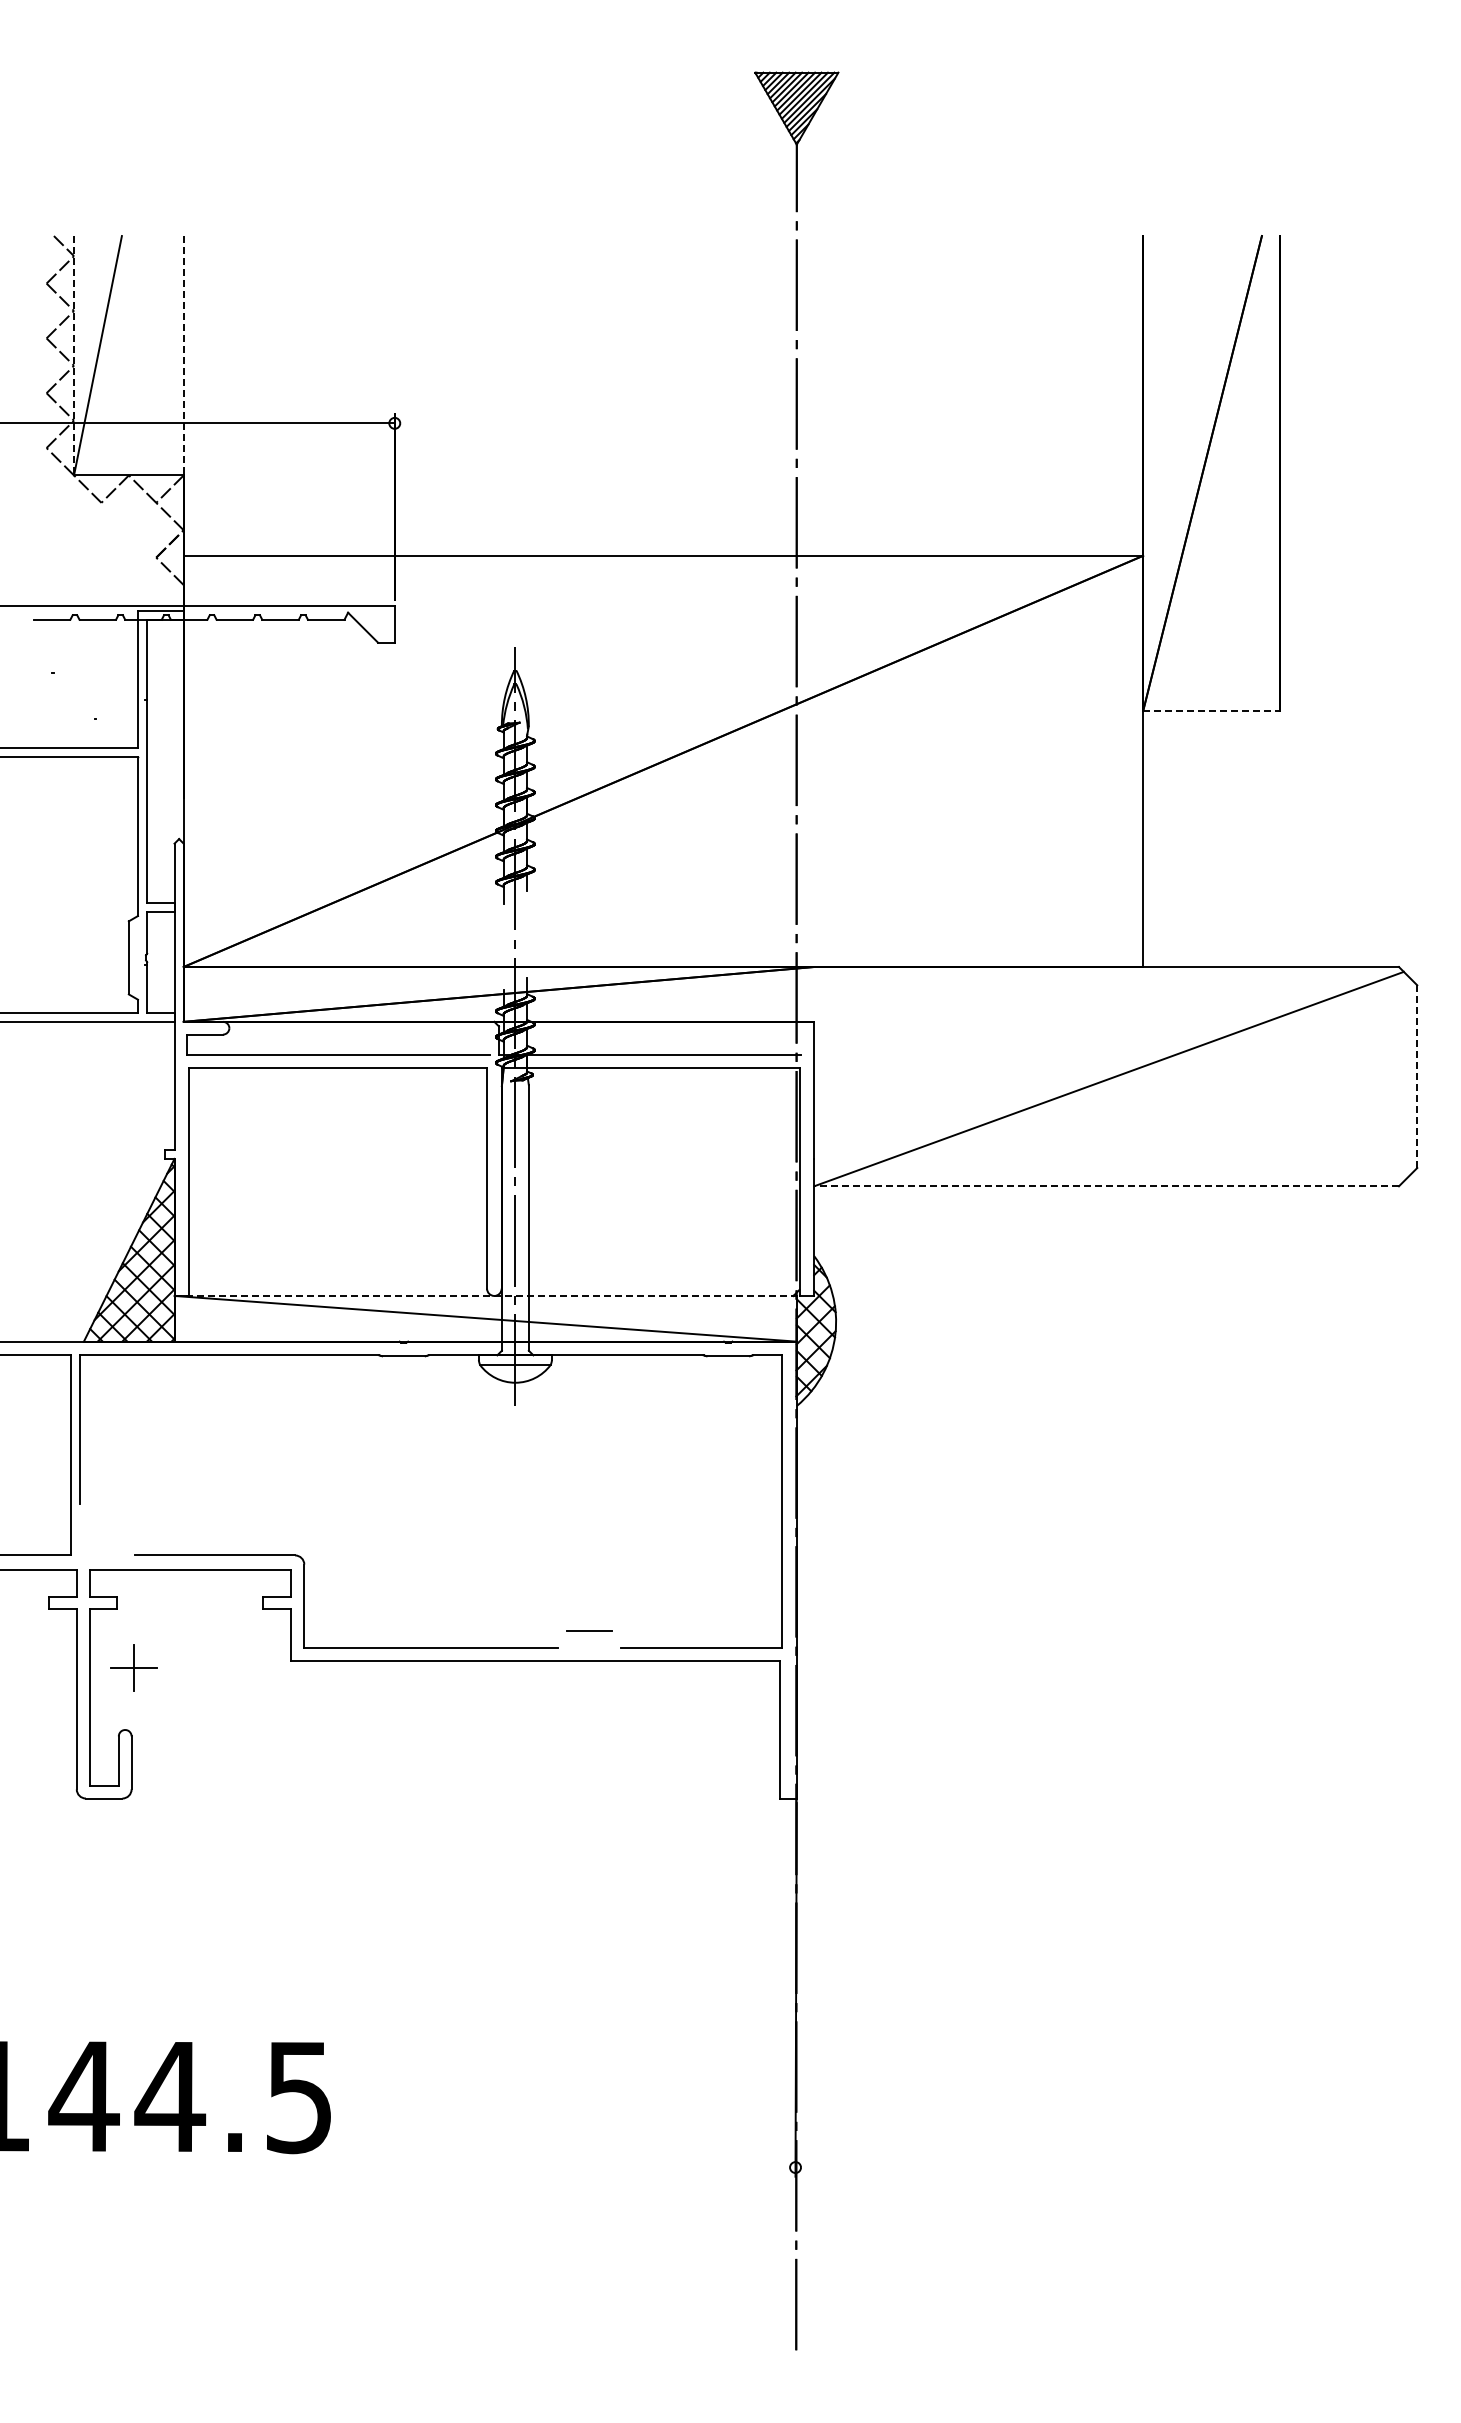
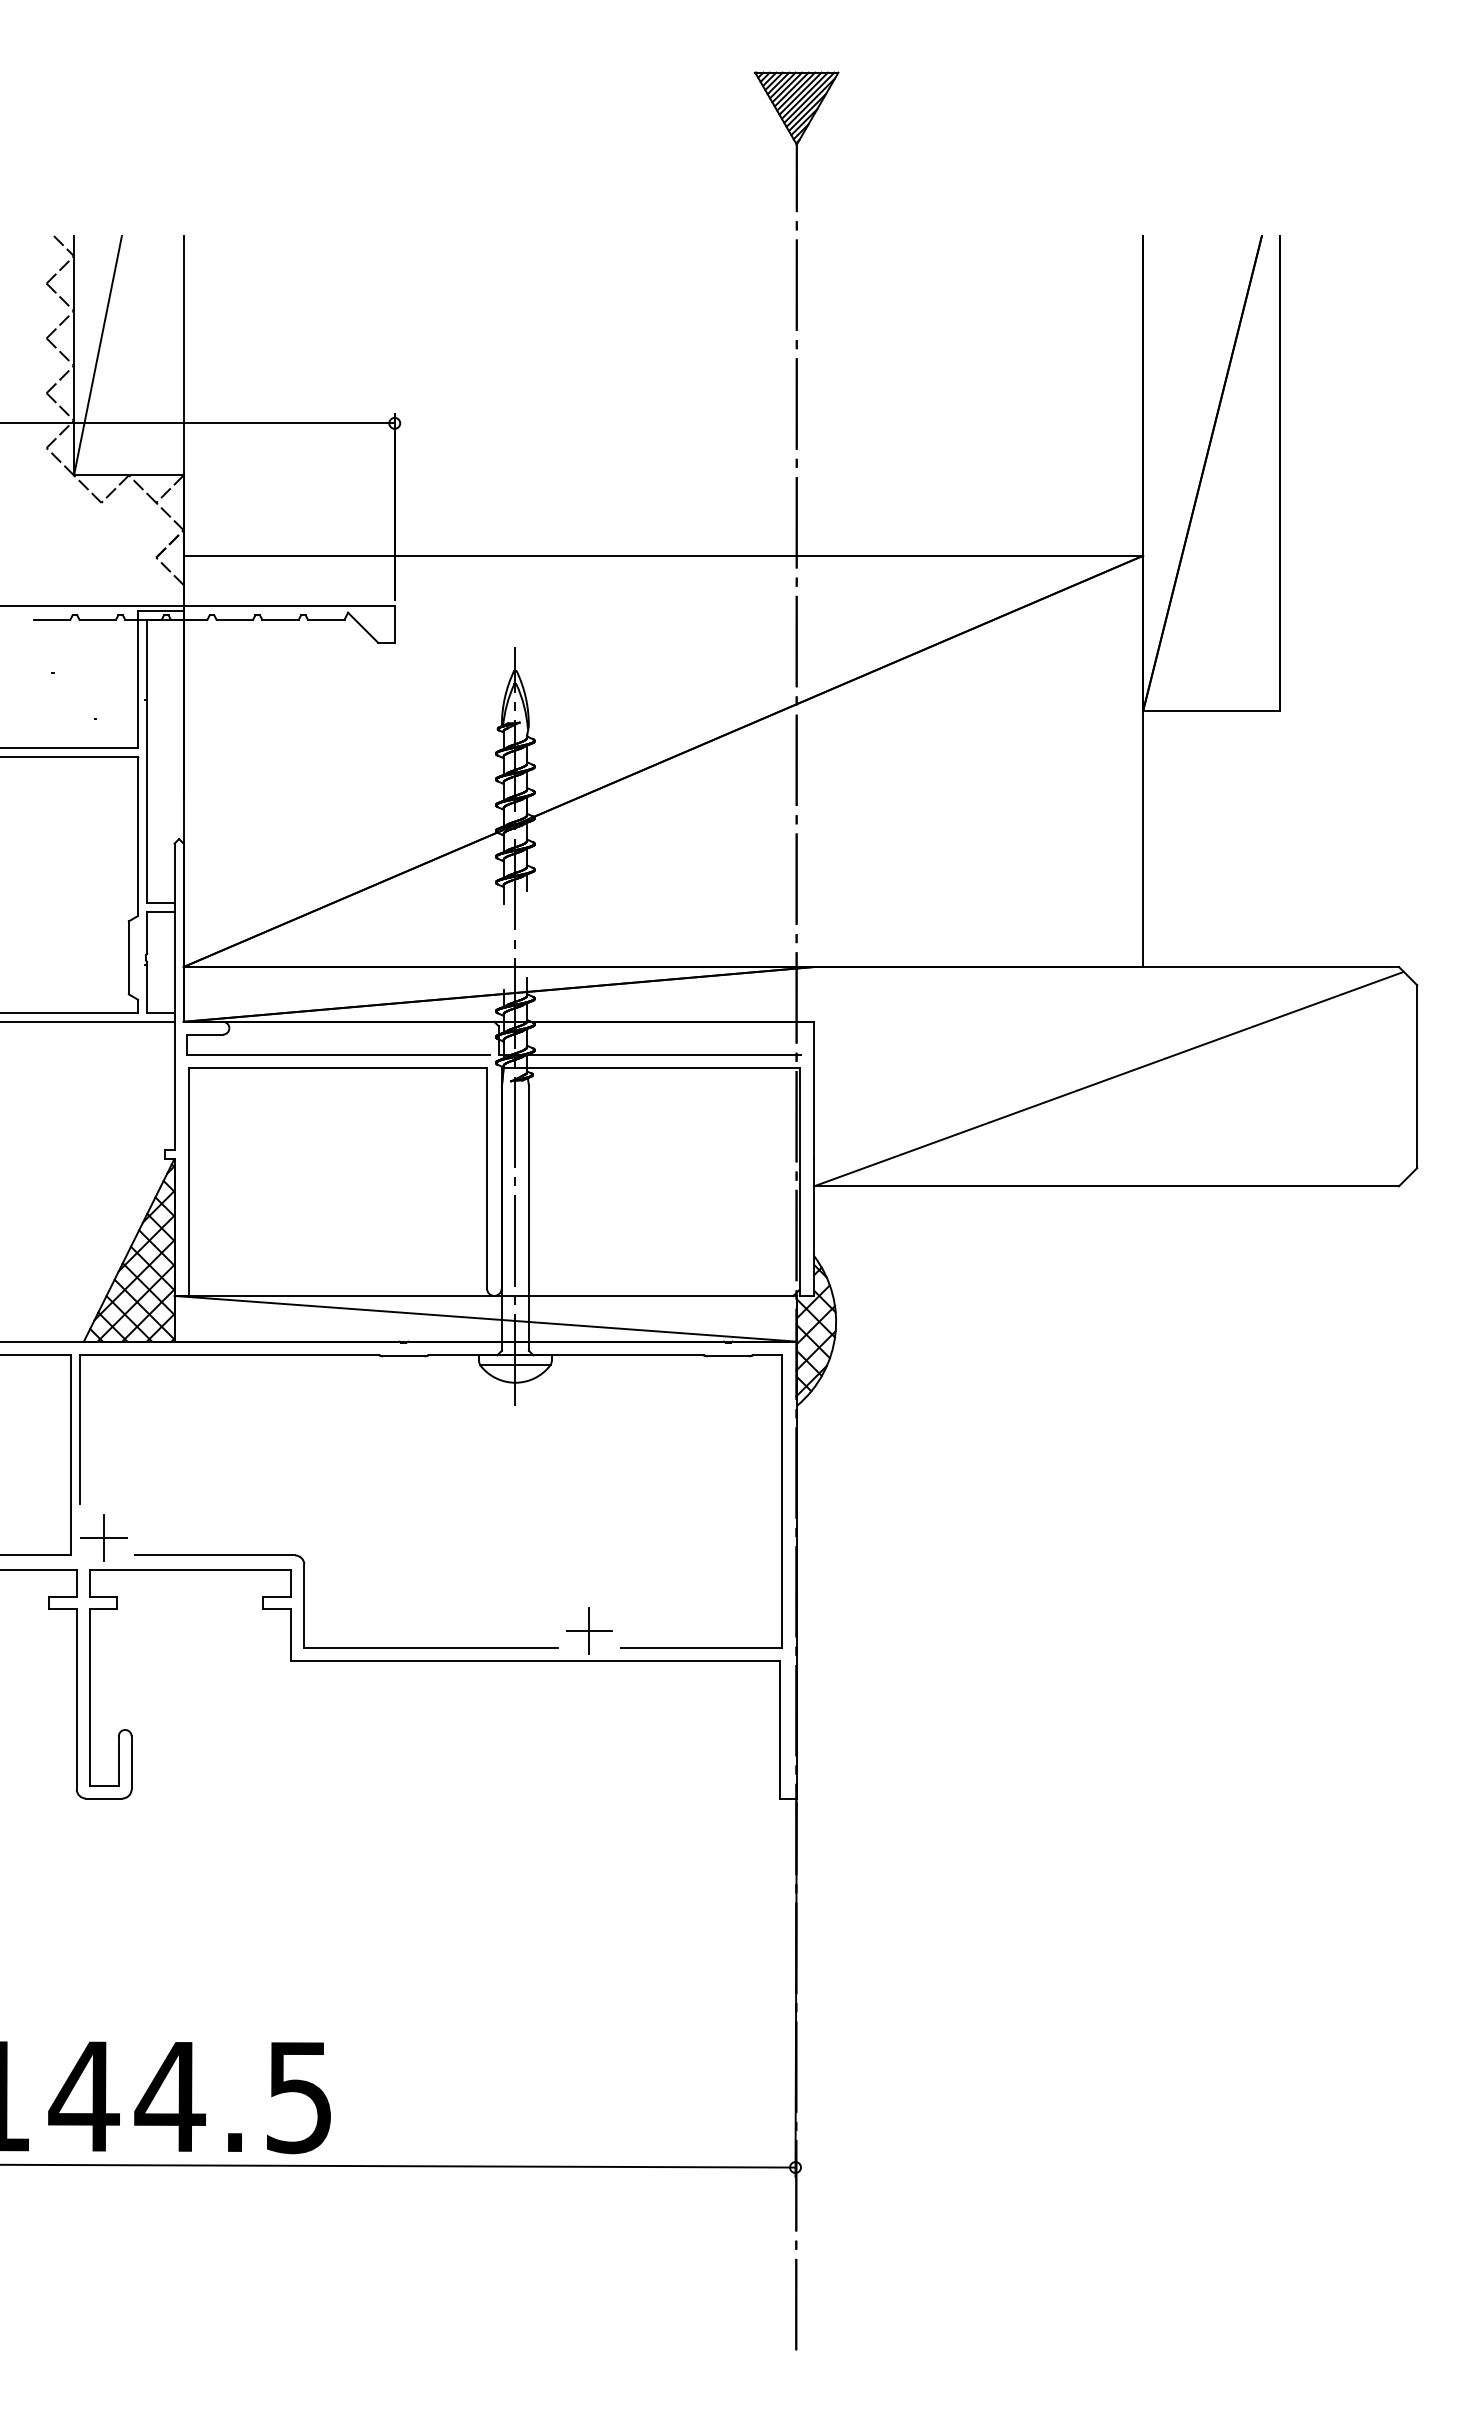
line at (74, 355): dashed -> solid
line at (183, 355): dashed -> solid
line at (1211, 711): dashed -> solid
line at (1417, 1077): dashed -> solid
line at (1106, 1186): dashed -> solid
line at (486, 1295): dashed -> solid
line at (589, 1631): none -> present
part at (133, 1667) position: (133, 1667) -> (103, 1537)
line at (398, 2165): none -> present
